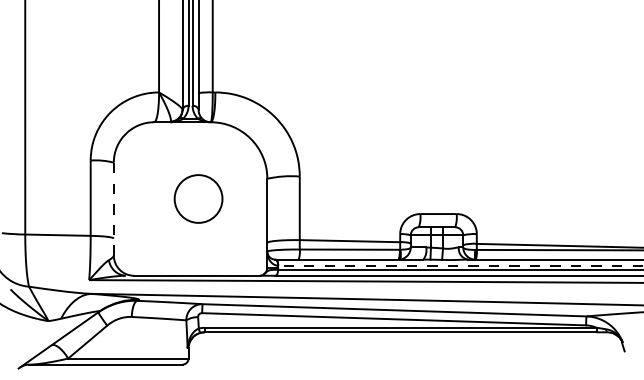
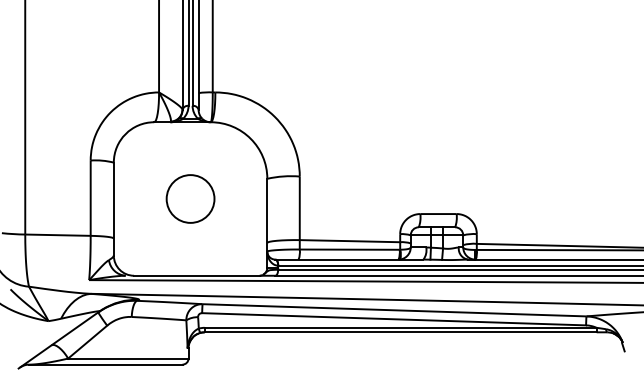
circle at (198, 198) position: (198, 198) -> (190, 198)
line at (113, 208): dashed -> solid
line at (461, 265): dashed -> solid
